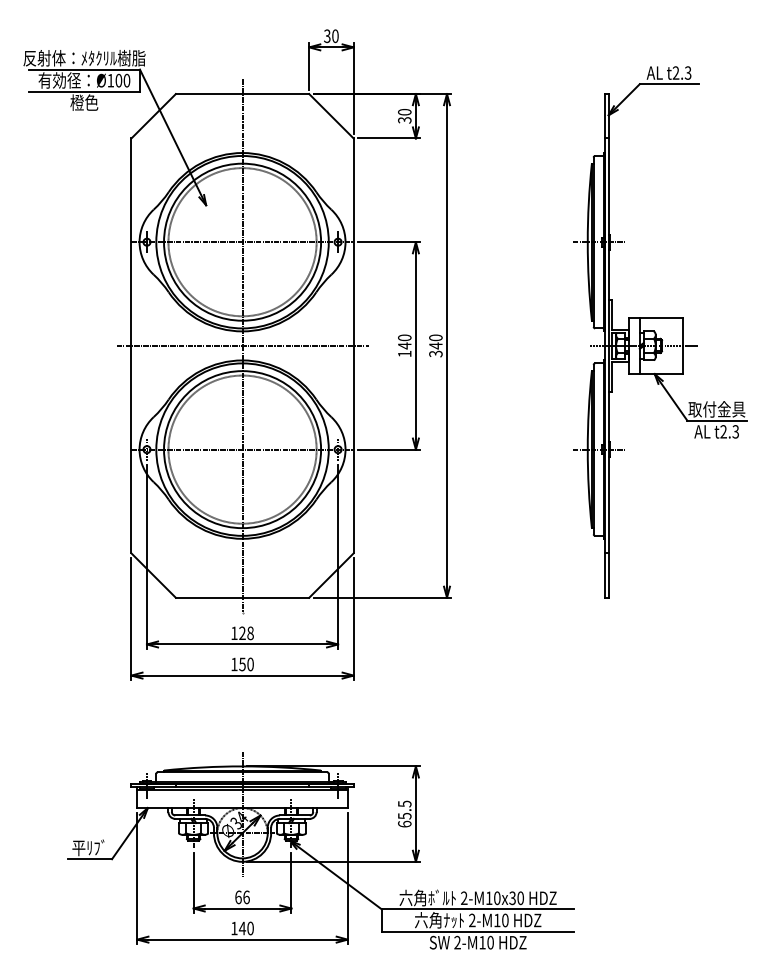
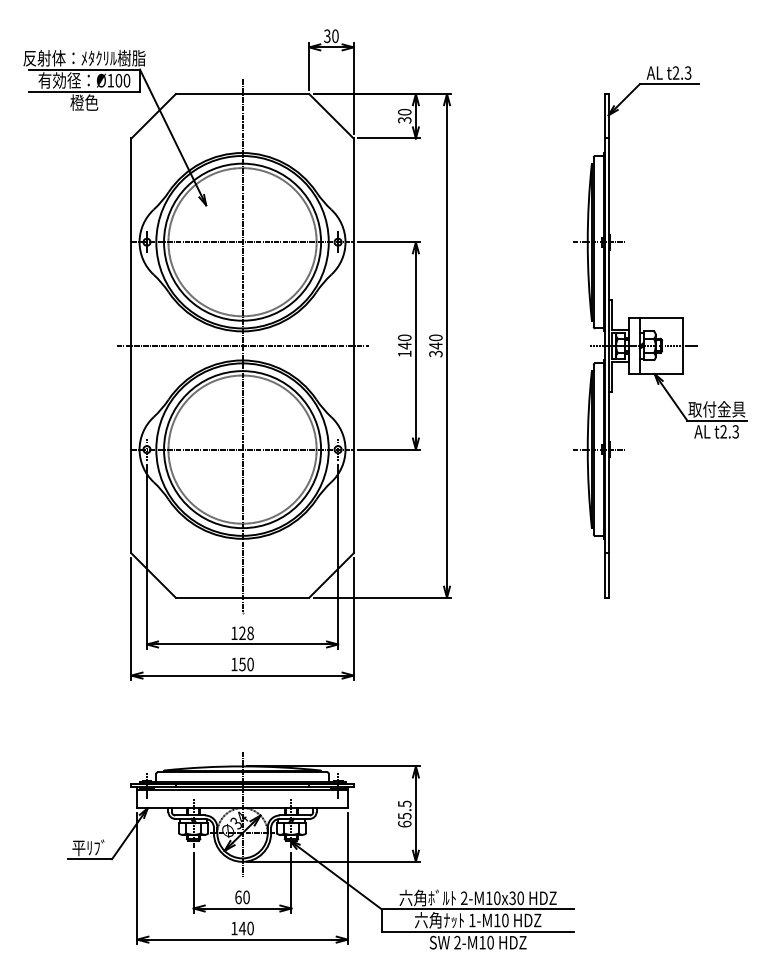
text at (246, 896): 66 -> 60
text at (472, 920): 2-M10 -> 1-M10
